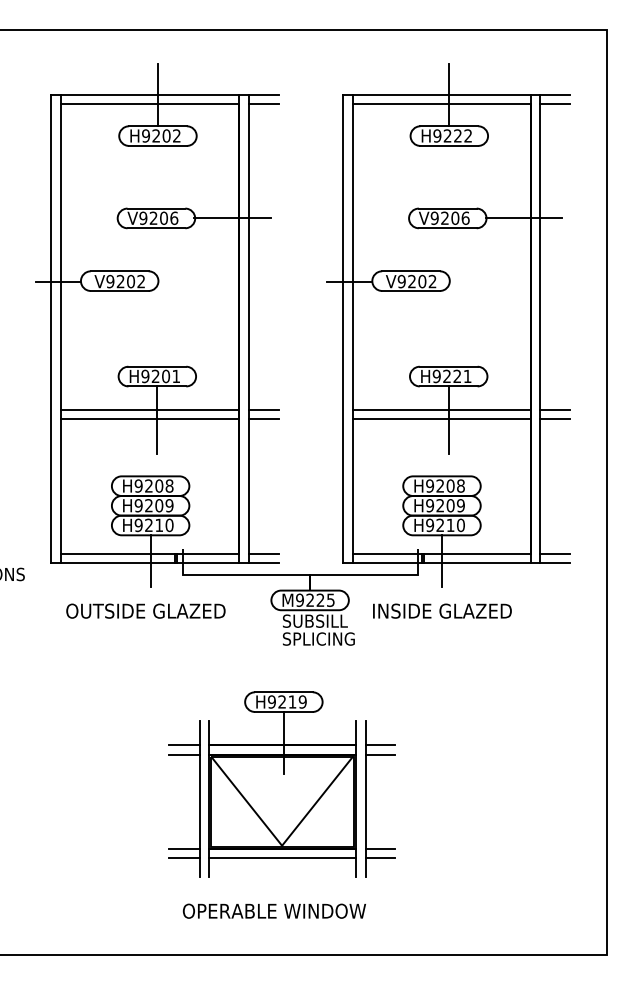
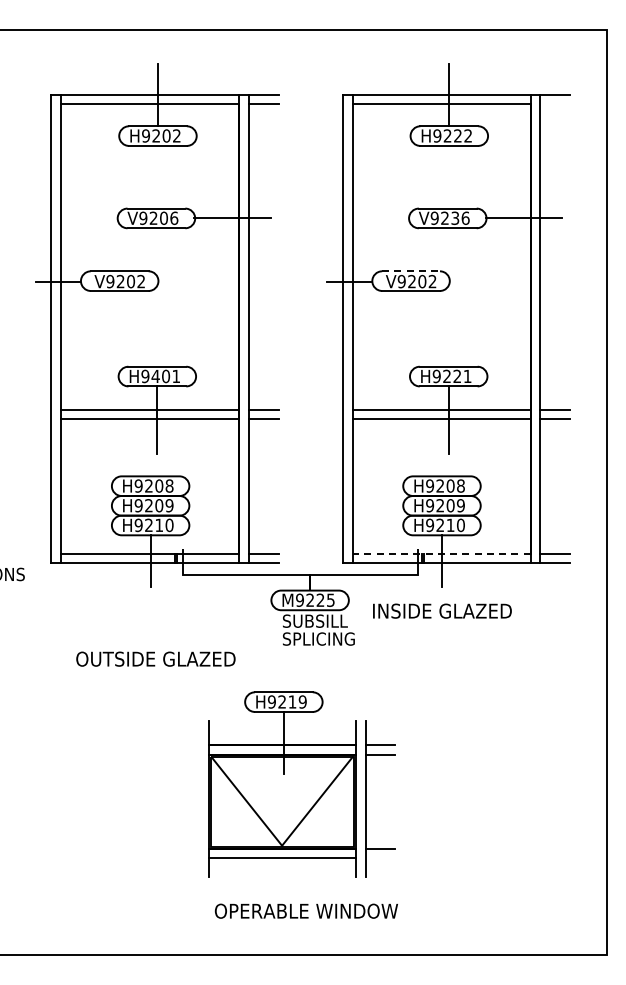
line at (555, 104): present -> none
text at (455, 217): V9206 -> V9236
line at (411, 271): solid -> dashed
text at (155, 375): H9201 -> H9401
line at (441, 553): solid -> dashed
text at (145, 610) position: (145, 610) -> (155, 658)
part at (199, 798): present -> none
line at (380, 857): present -> none
text at (273, 910) position: (273, 910) -> (305, 910)
